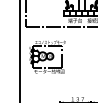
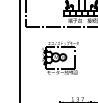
part at (47, 56) position: (47, 56) -> (60, 57)
